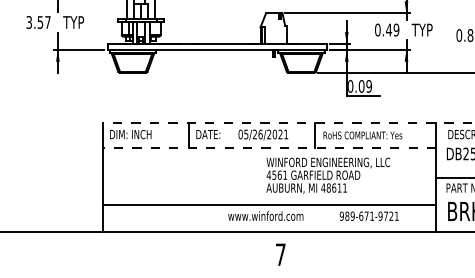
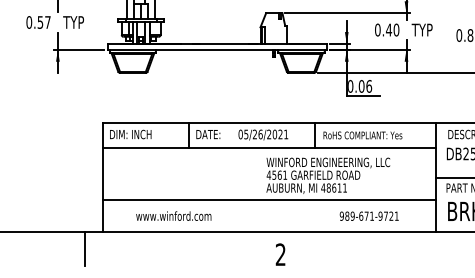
text at (29, 22): 3.57 -> 0.57
text at (396, 30): 0.49 -> 0.40
text at (369, 86): 0.09 -> 0.06
line at (289, 122): dashed -> solid
line at (269, 147): dashed -> solid
line at (269, 204) position: (269, 204) -> (269, 199)
text at (265, 215) position: (265, 215) -> (173, 215)
line at (85, 248): none -> present
text at (280, 254): 7 -> 2
